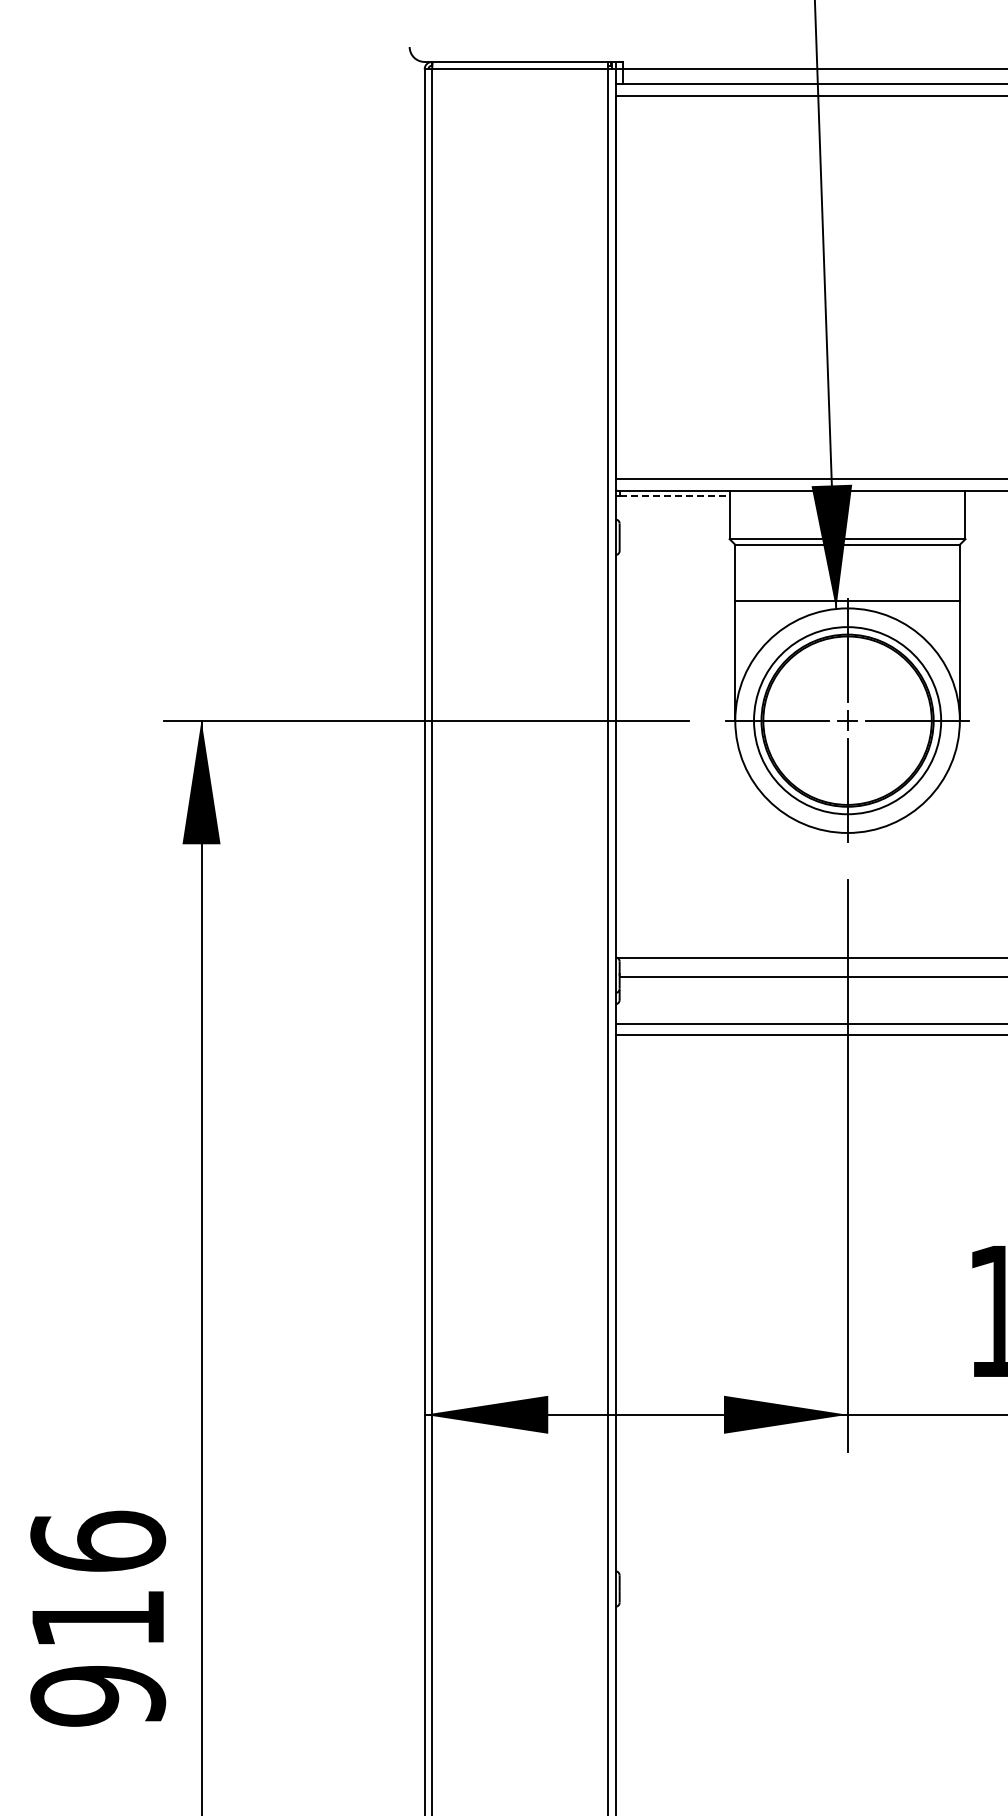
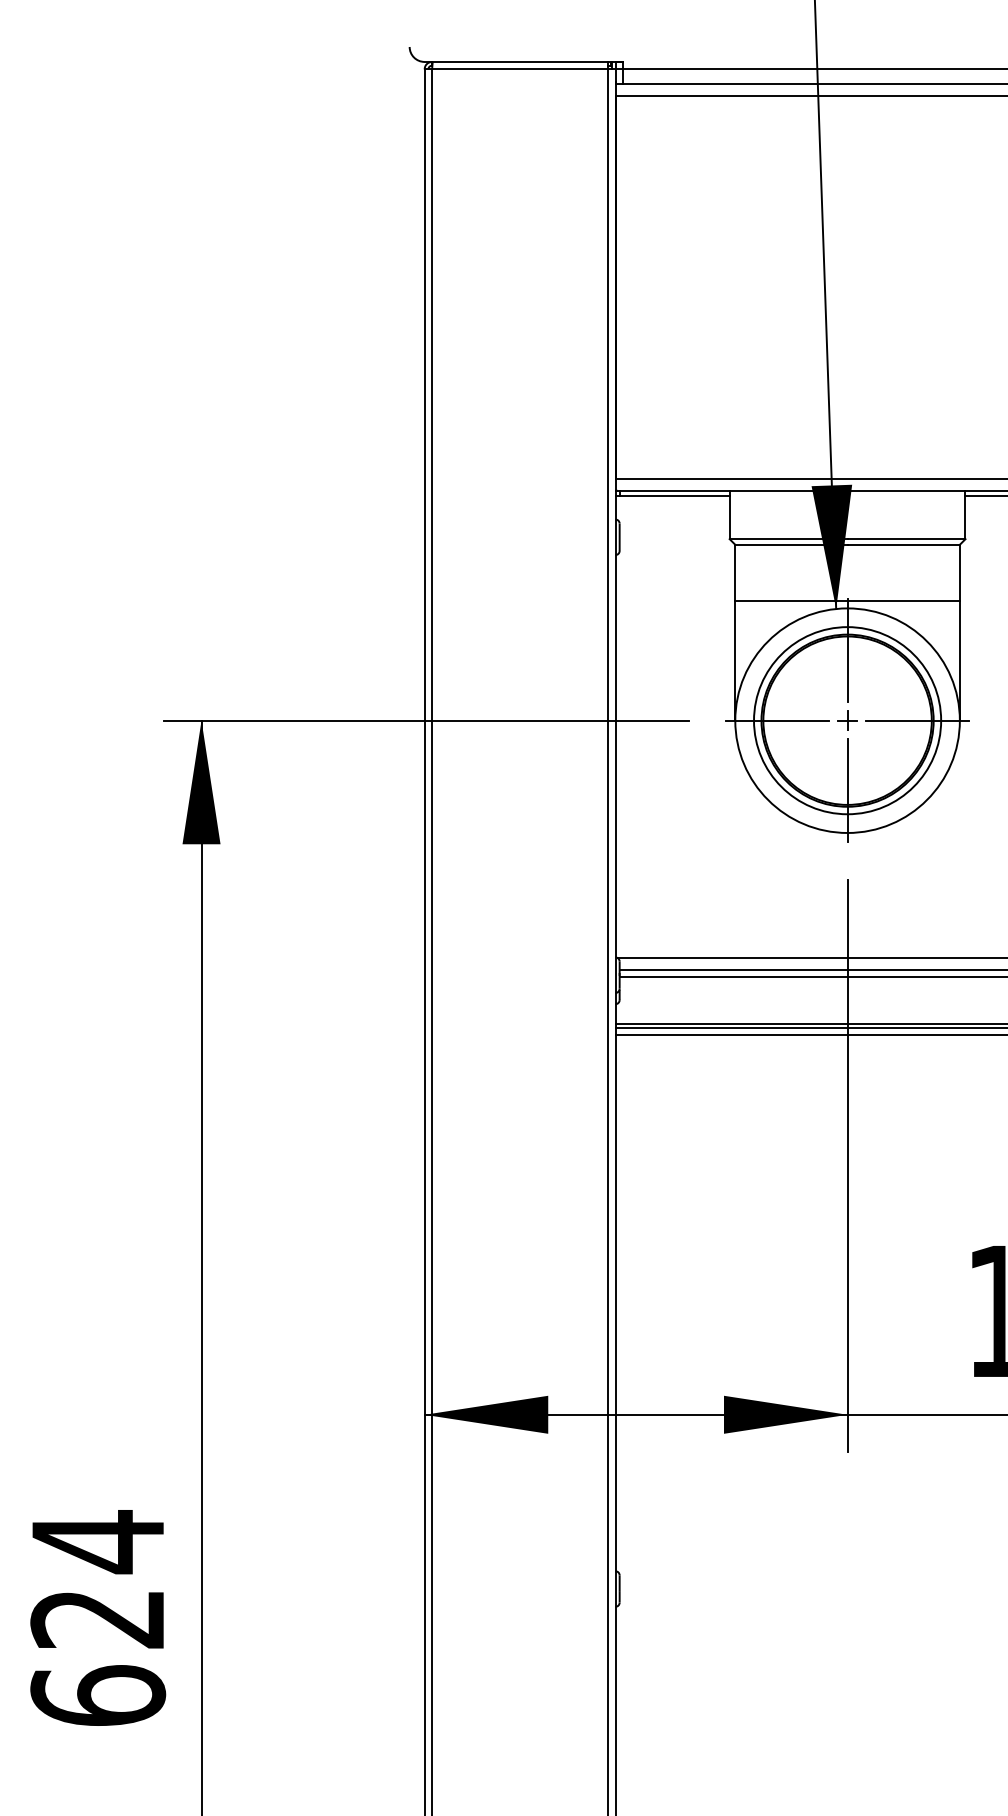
line at (674, 496): dashed -> solid
line at (984, 496): none -> present
line at (811, 969): none -> present
line at (809, 1027): none -> present
text at (98, 1618): 916 -> 624
